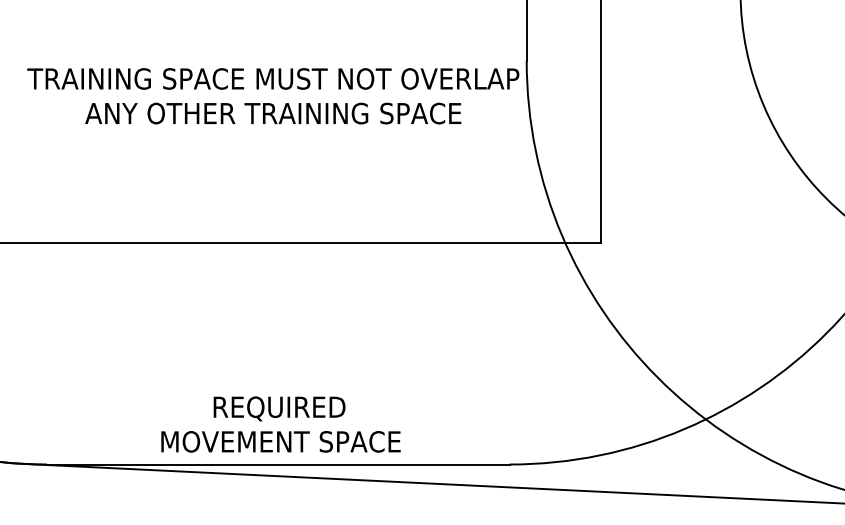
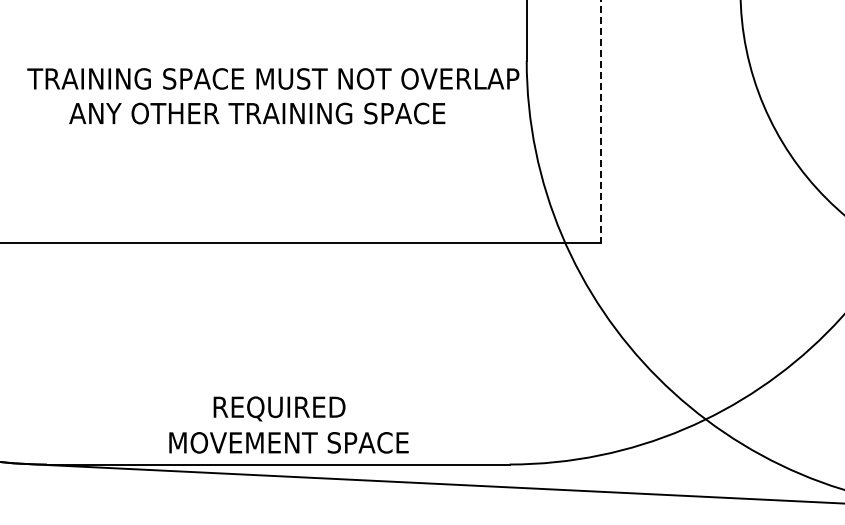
text at (273, 113) position: (273, 113) -> (257, 113)
line at (600, 122): solid -> dashed
text at (280, 441) position: (280, 441) -> (288, 442)
